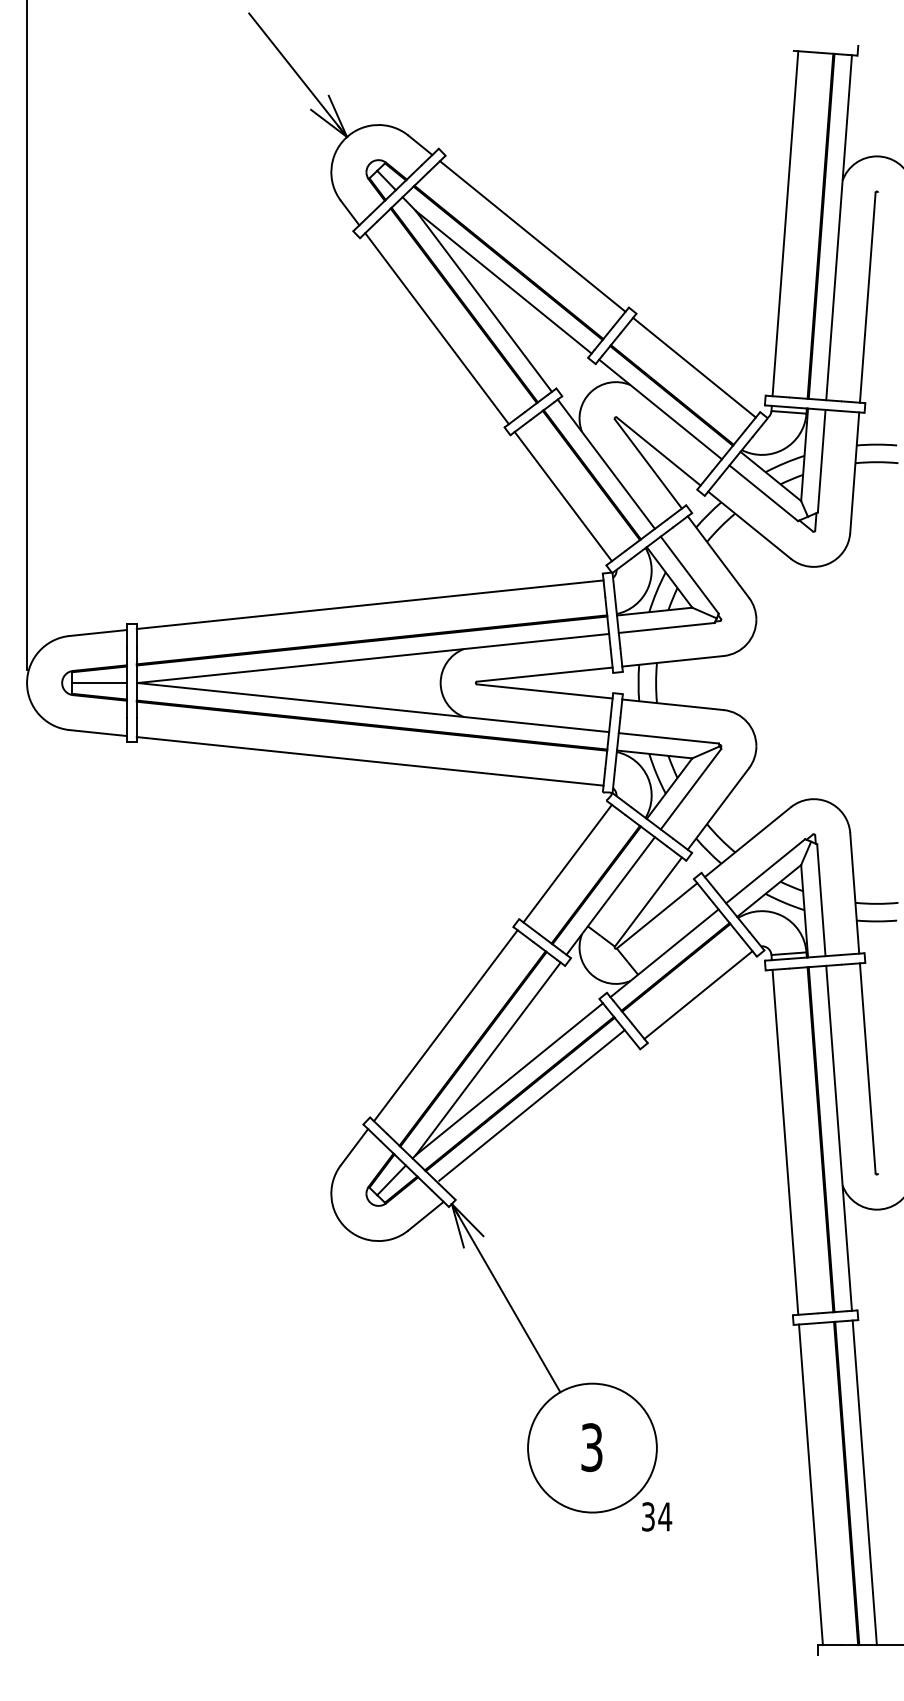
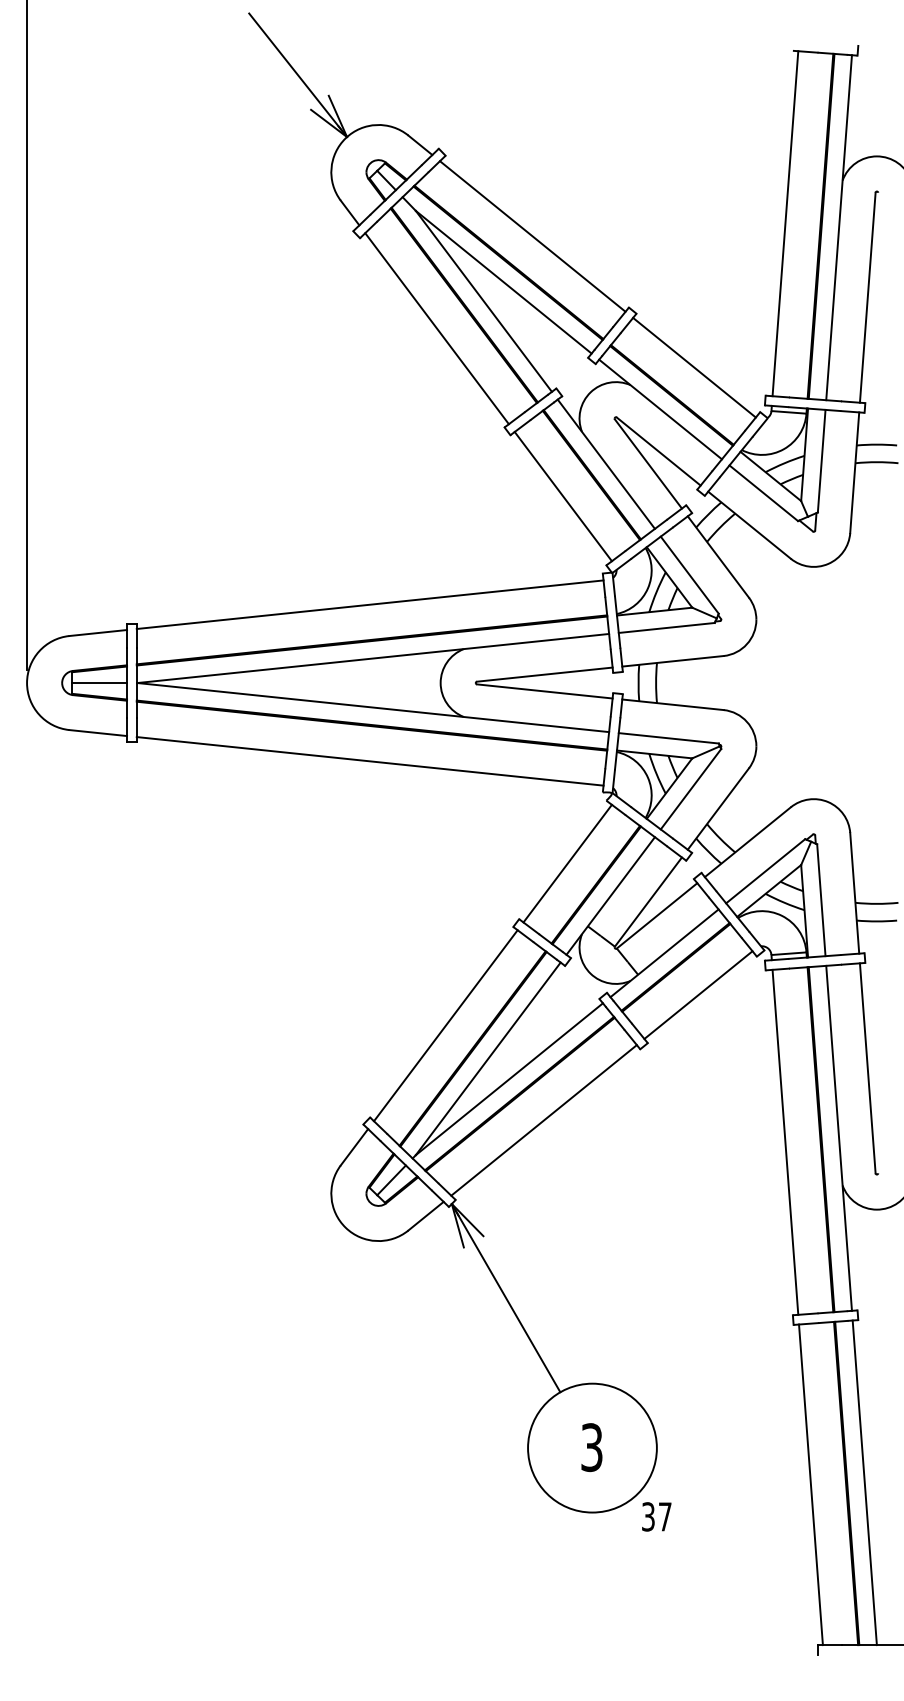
line at (531, 1105) position: (531, 1105) -> (543, 1120)
text at (665, 1516): 34 -> 37
